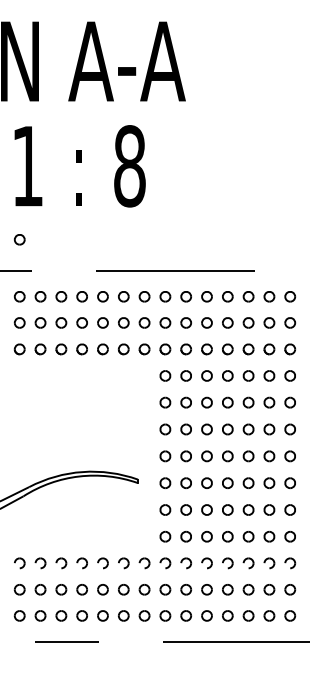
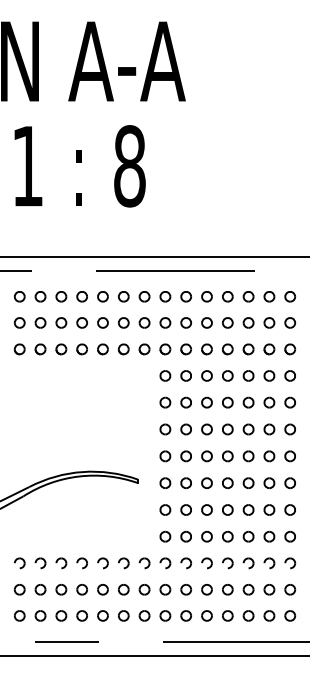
part at (19, 239): present -> none
line at (154, 257): none -> present
line at (154, 655): none -> present
